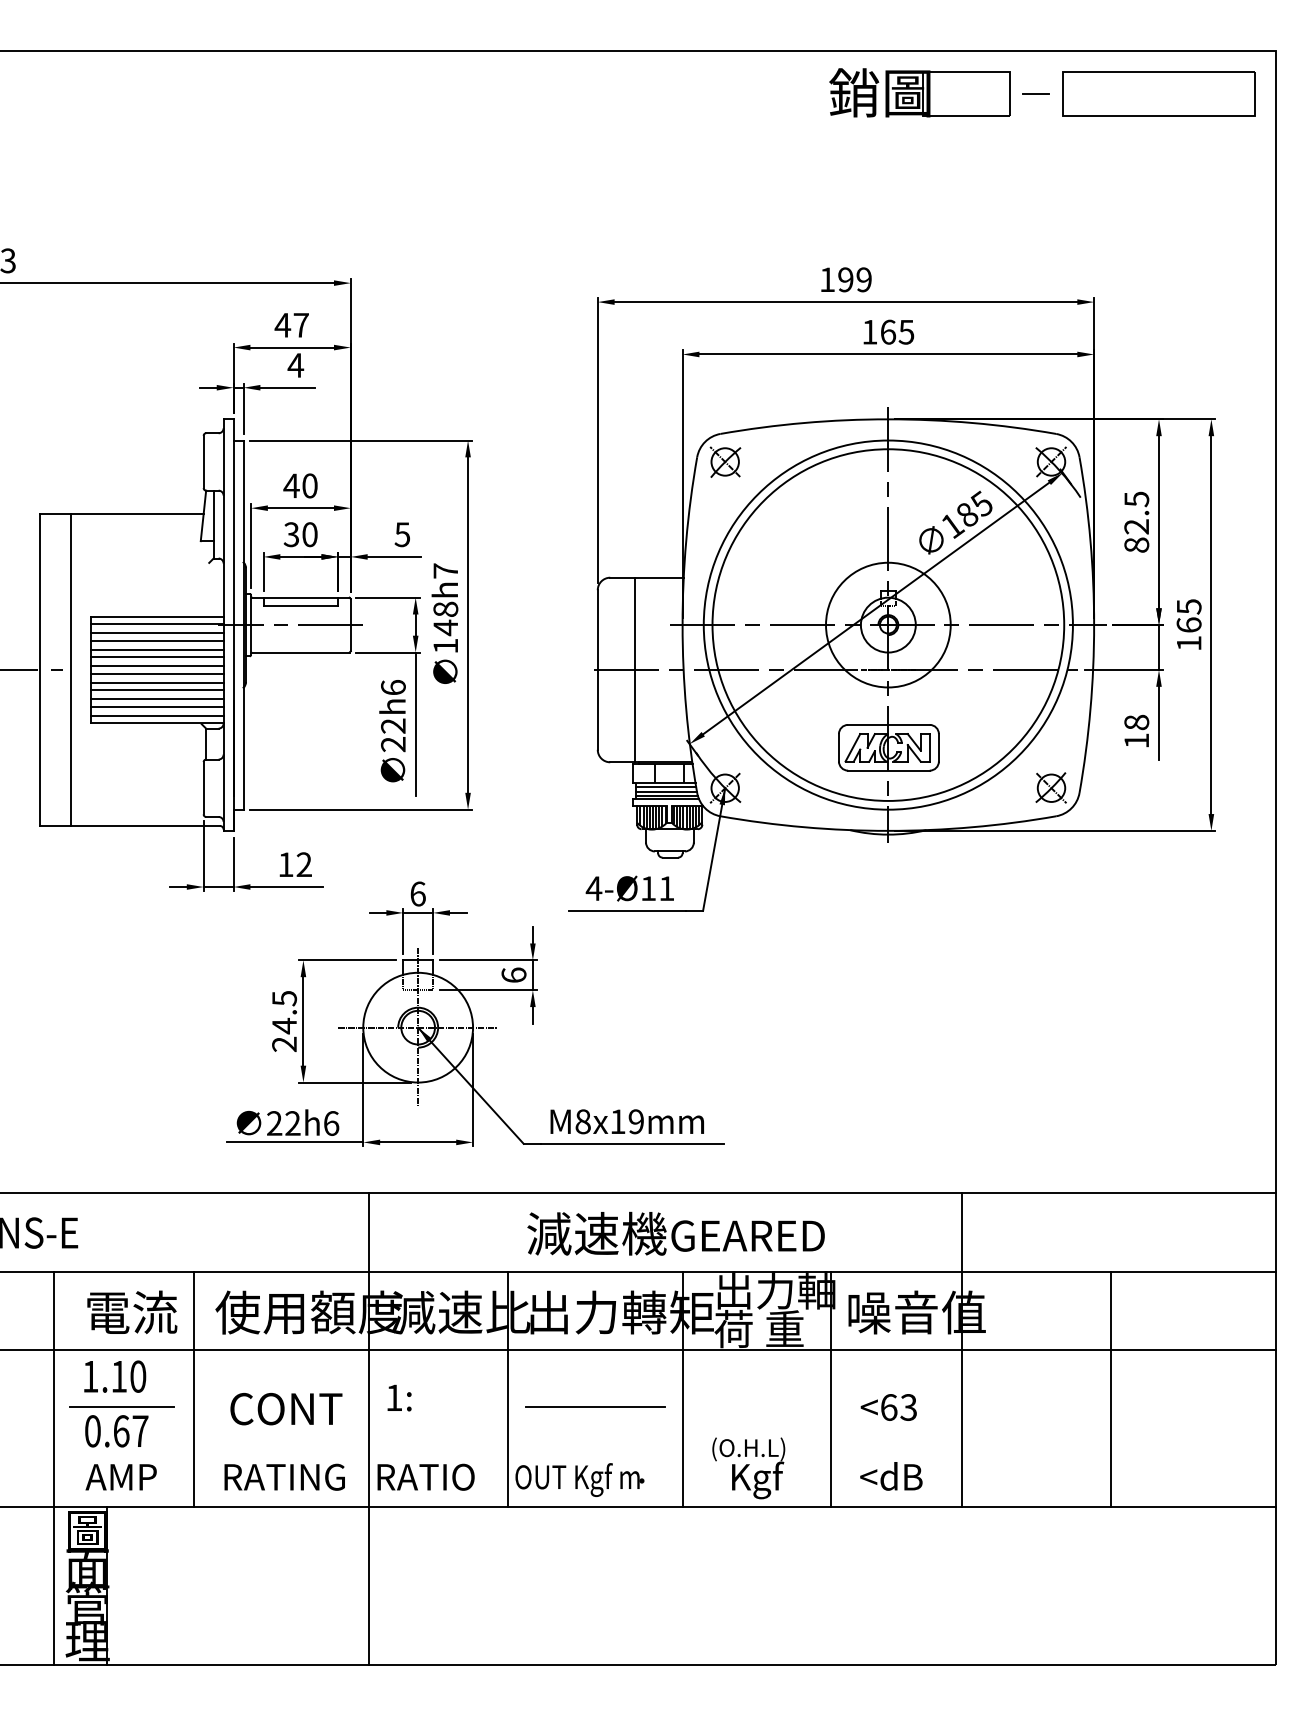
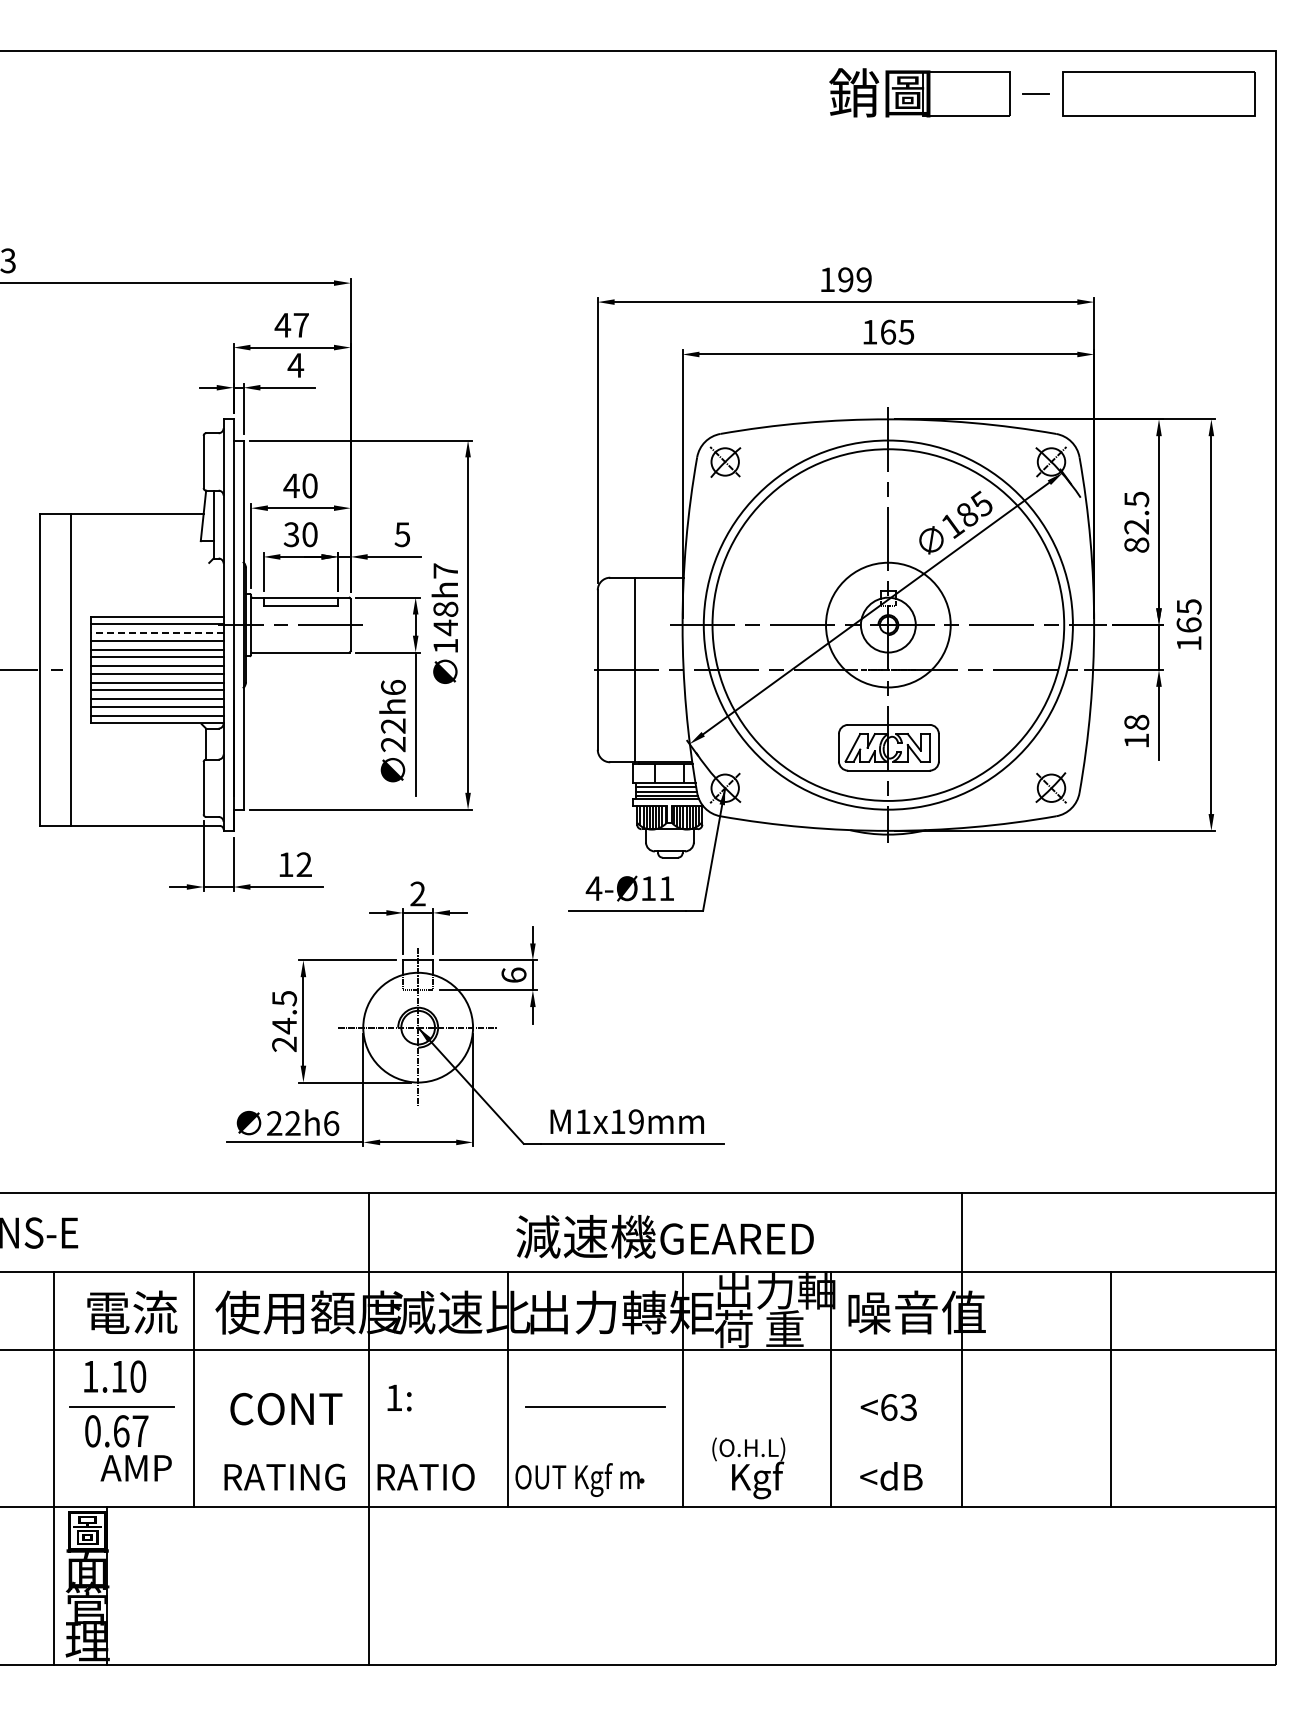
line at (157, 633): solid -> dashed
text at (417, 893): 6 -> 2
text at (582, 1121): M8x19mm -> M1x19mm
text at (675, 1233) position: (675, 1233) -> (664, 1236)
text at (120, 1477) position: (120, 1477) -> (135, 1468)
